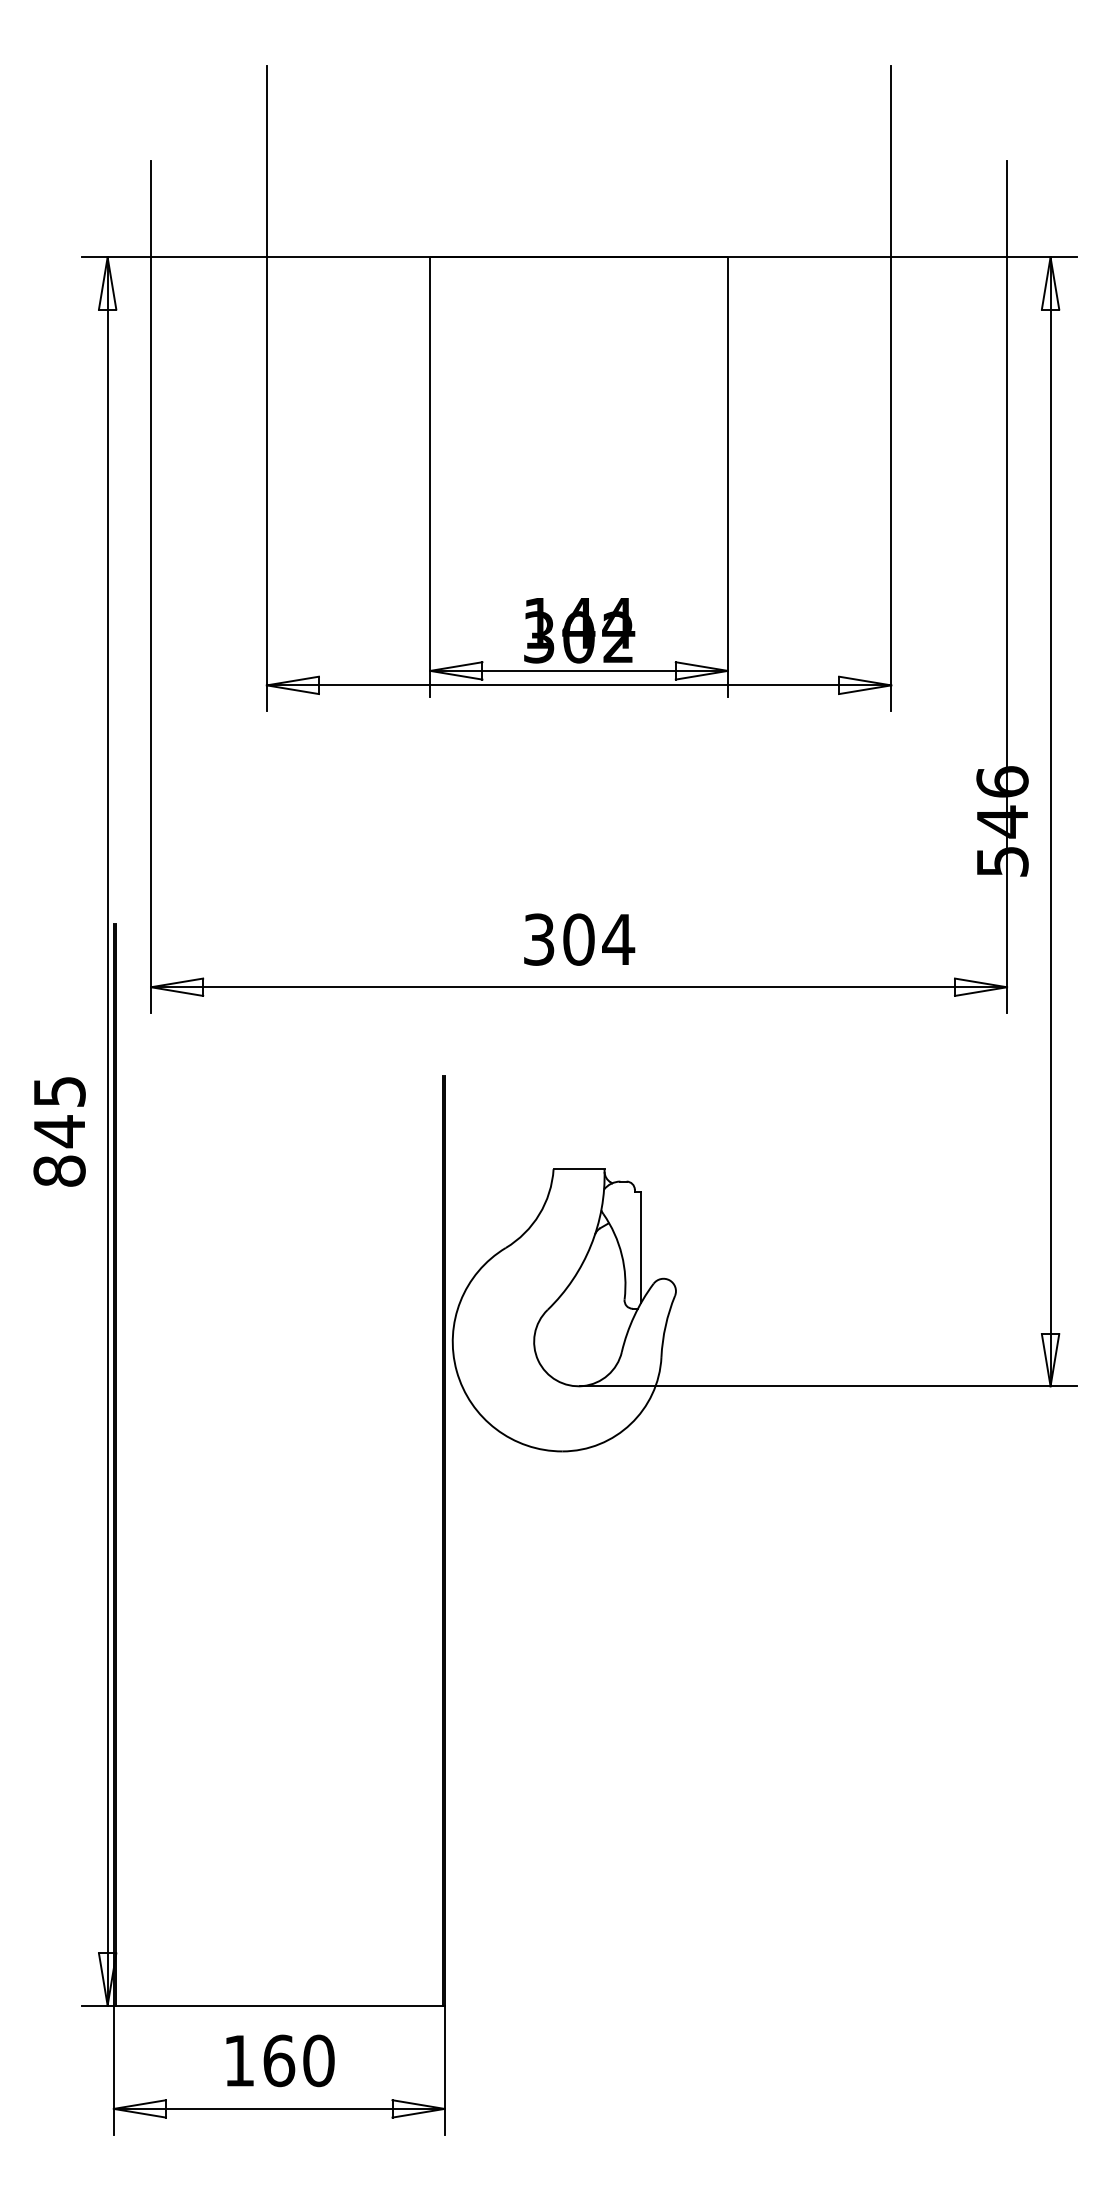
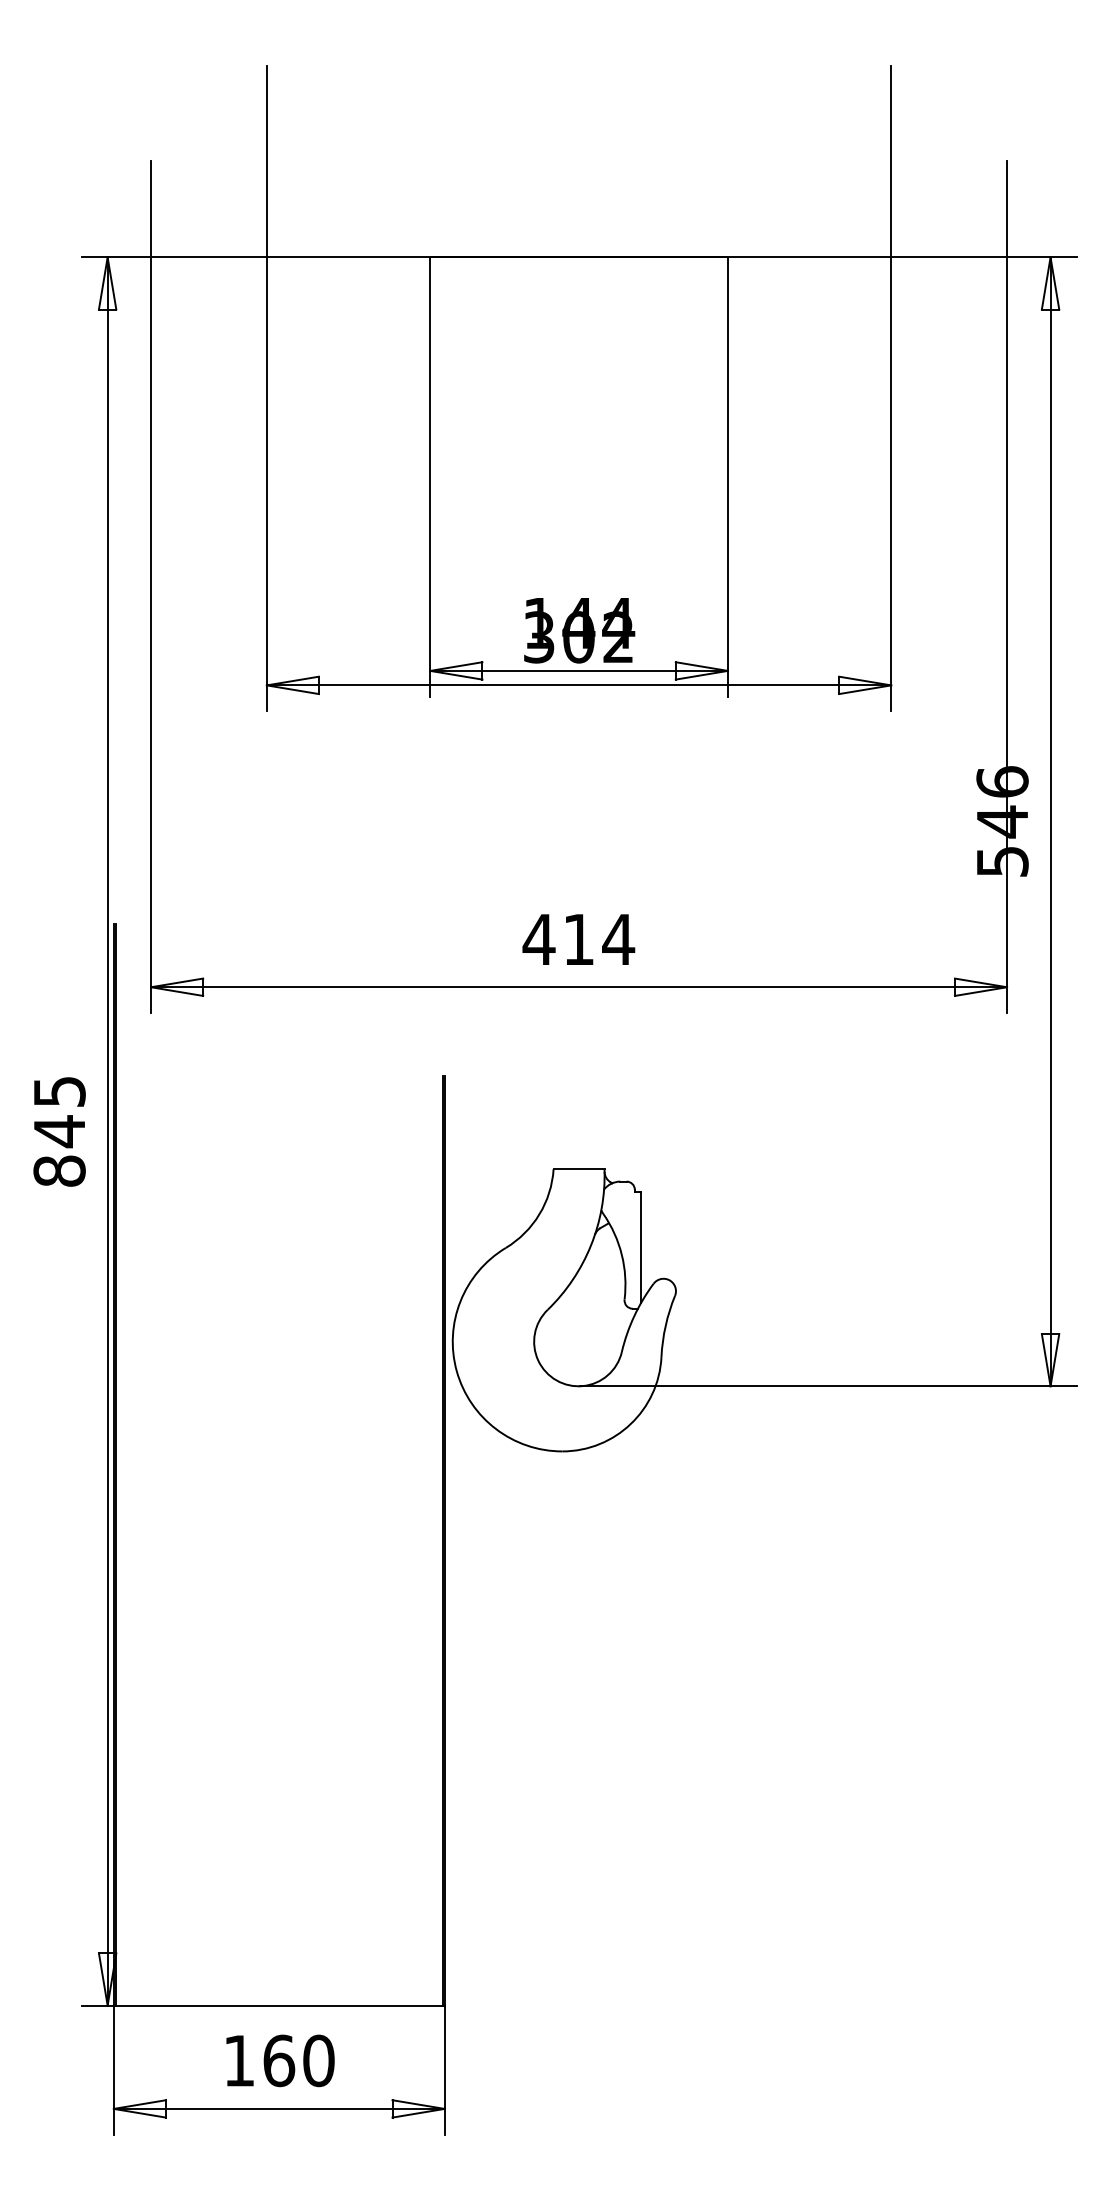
text at (558, 939): 304 -> 414
